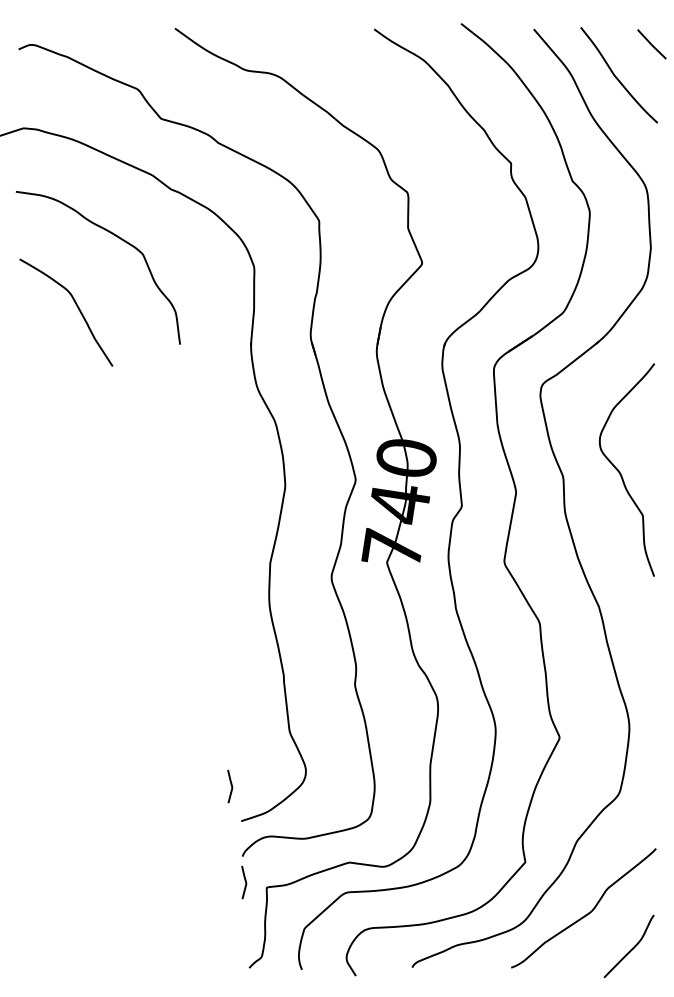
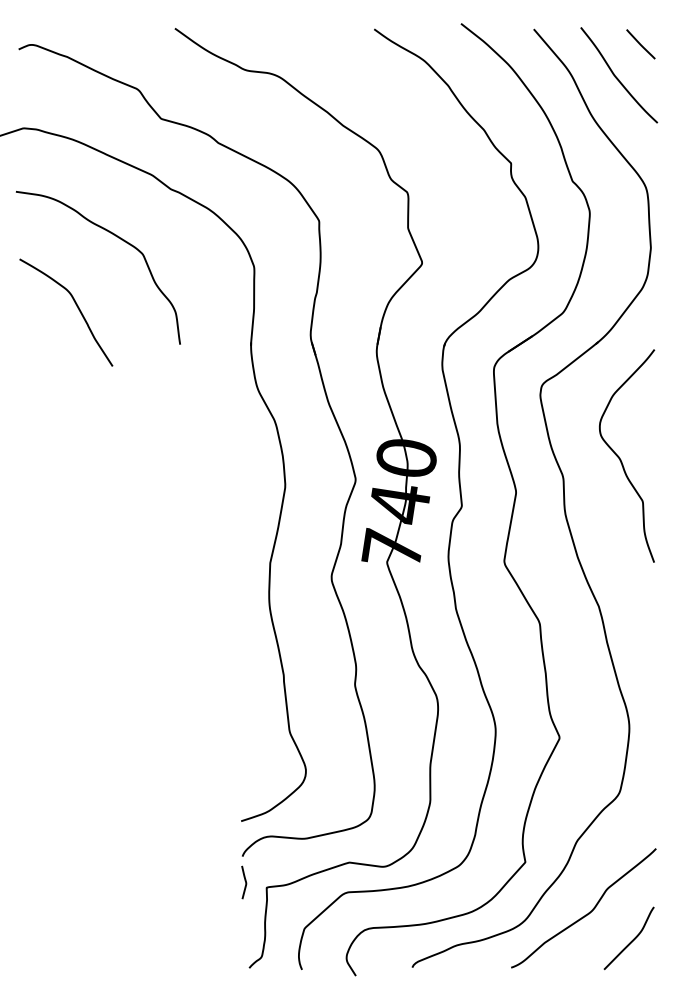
line at (651, 44) position: (651, 44) -> (640, 44)
curve at (621, 473) position: (621, 473) -> (621, 459)
curve at (231, 786): present -> none
curve at (631, 948) position: (631, 948) -> (631, 940)
